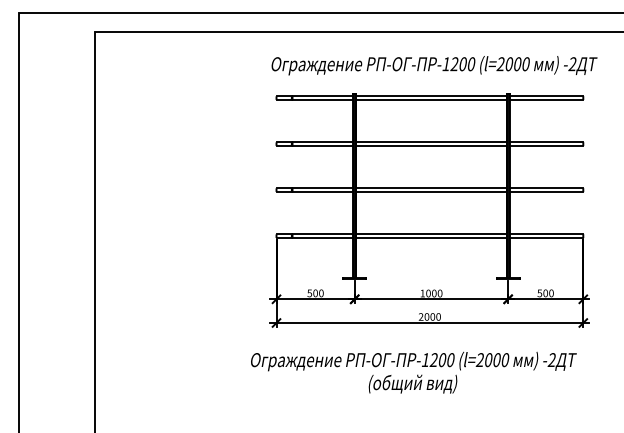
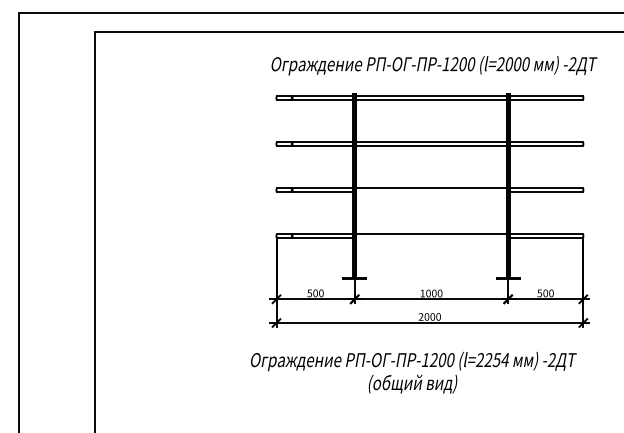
line at (431, 192): present -> none
line at (431, 238): present -> none
text at (496, 360): (l=2000 -> (l=2254
